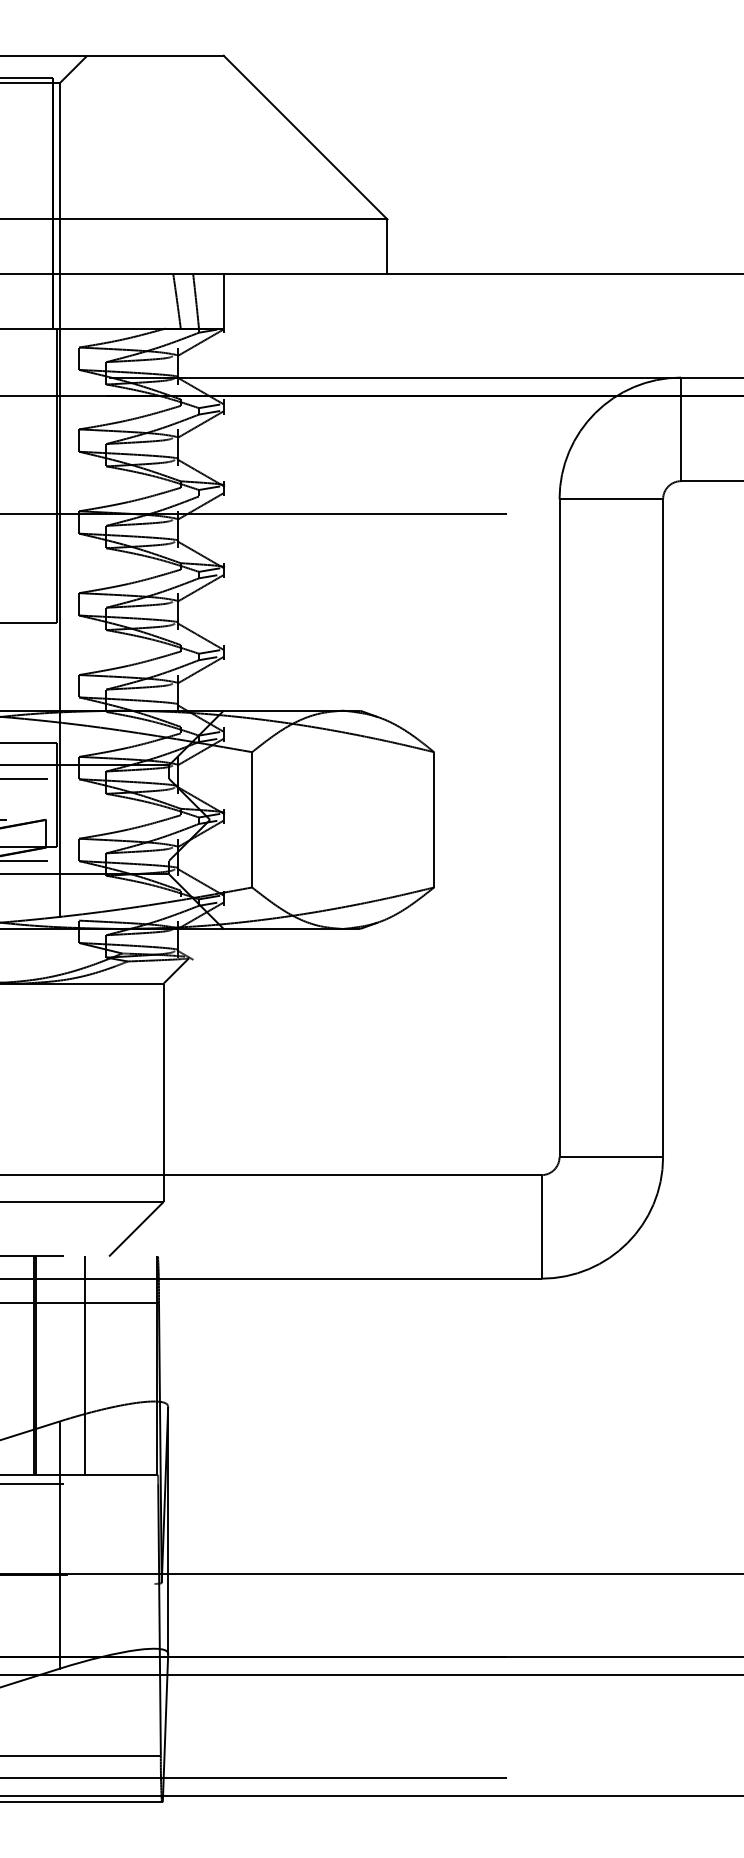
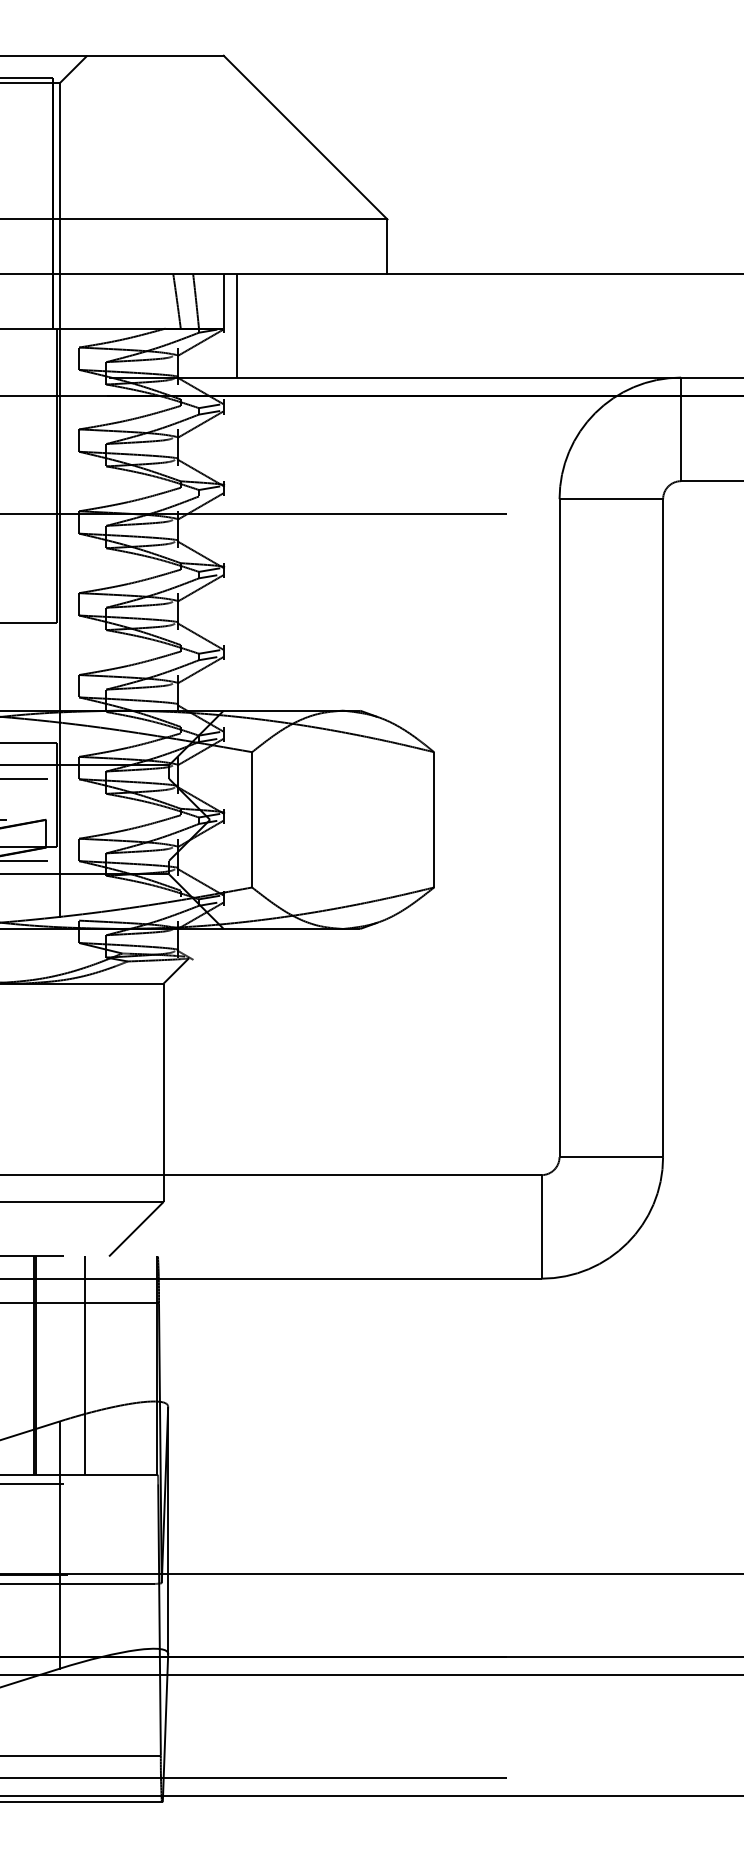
line at (236, 325): none -> present
line at (78, 1583): none -> present
